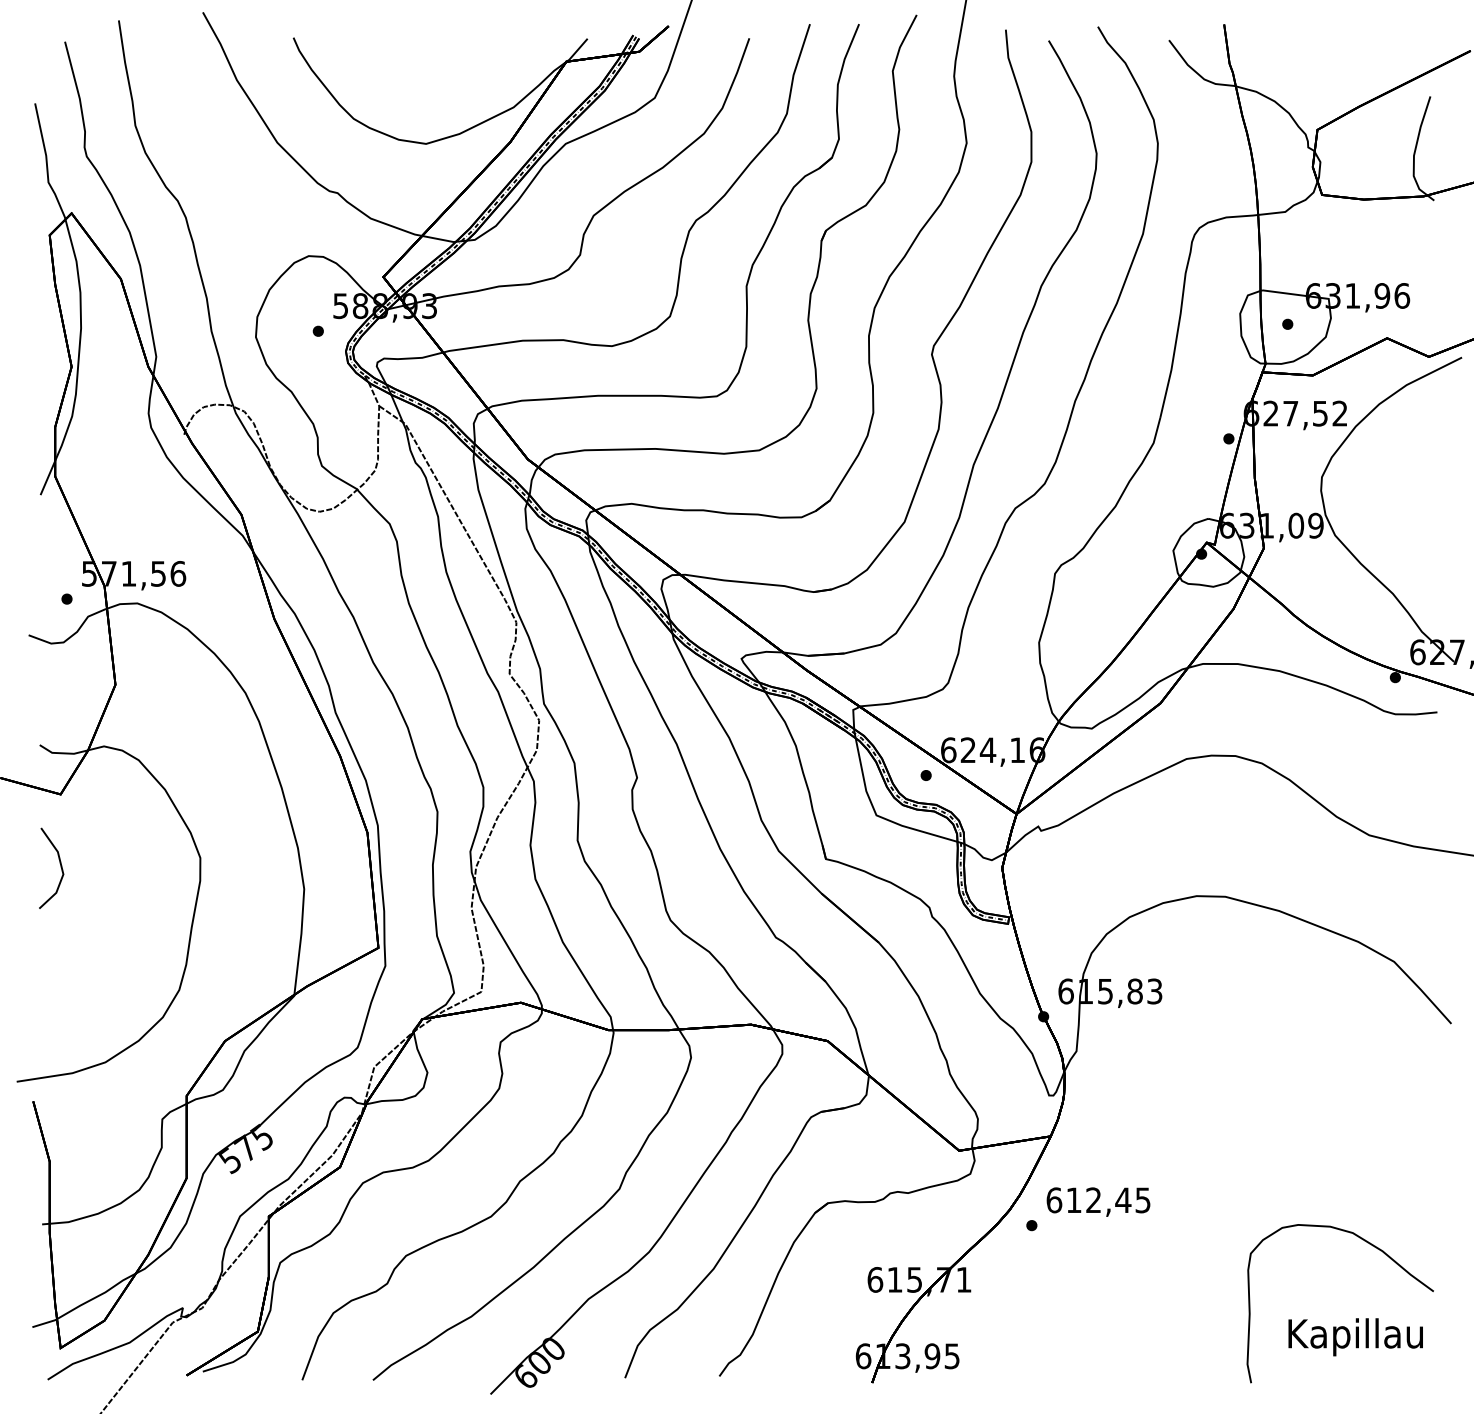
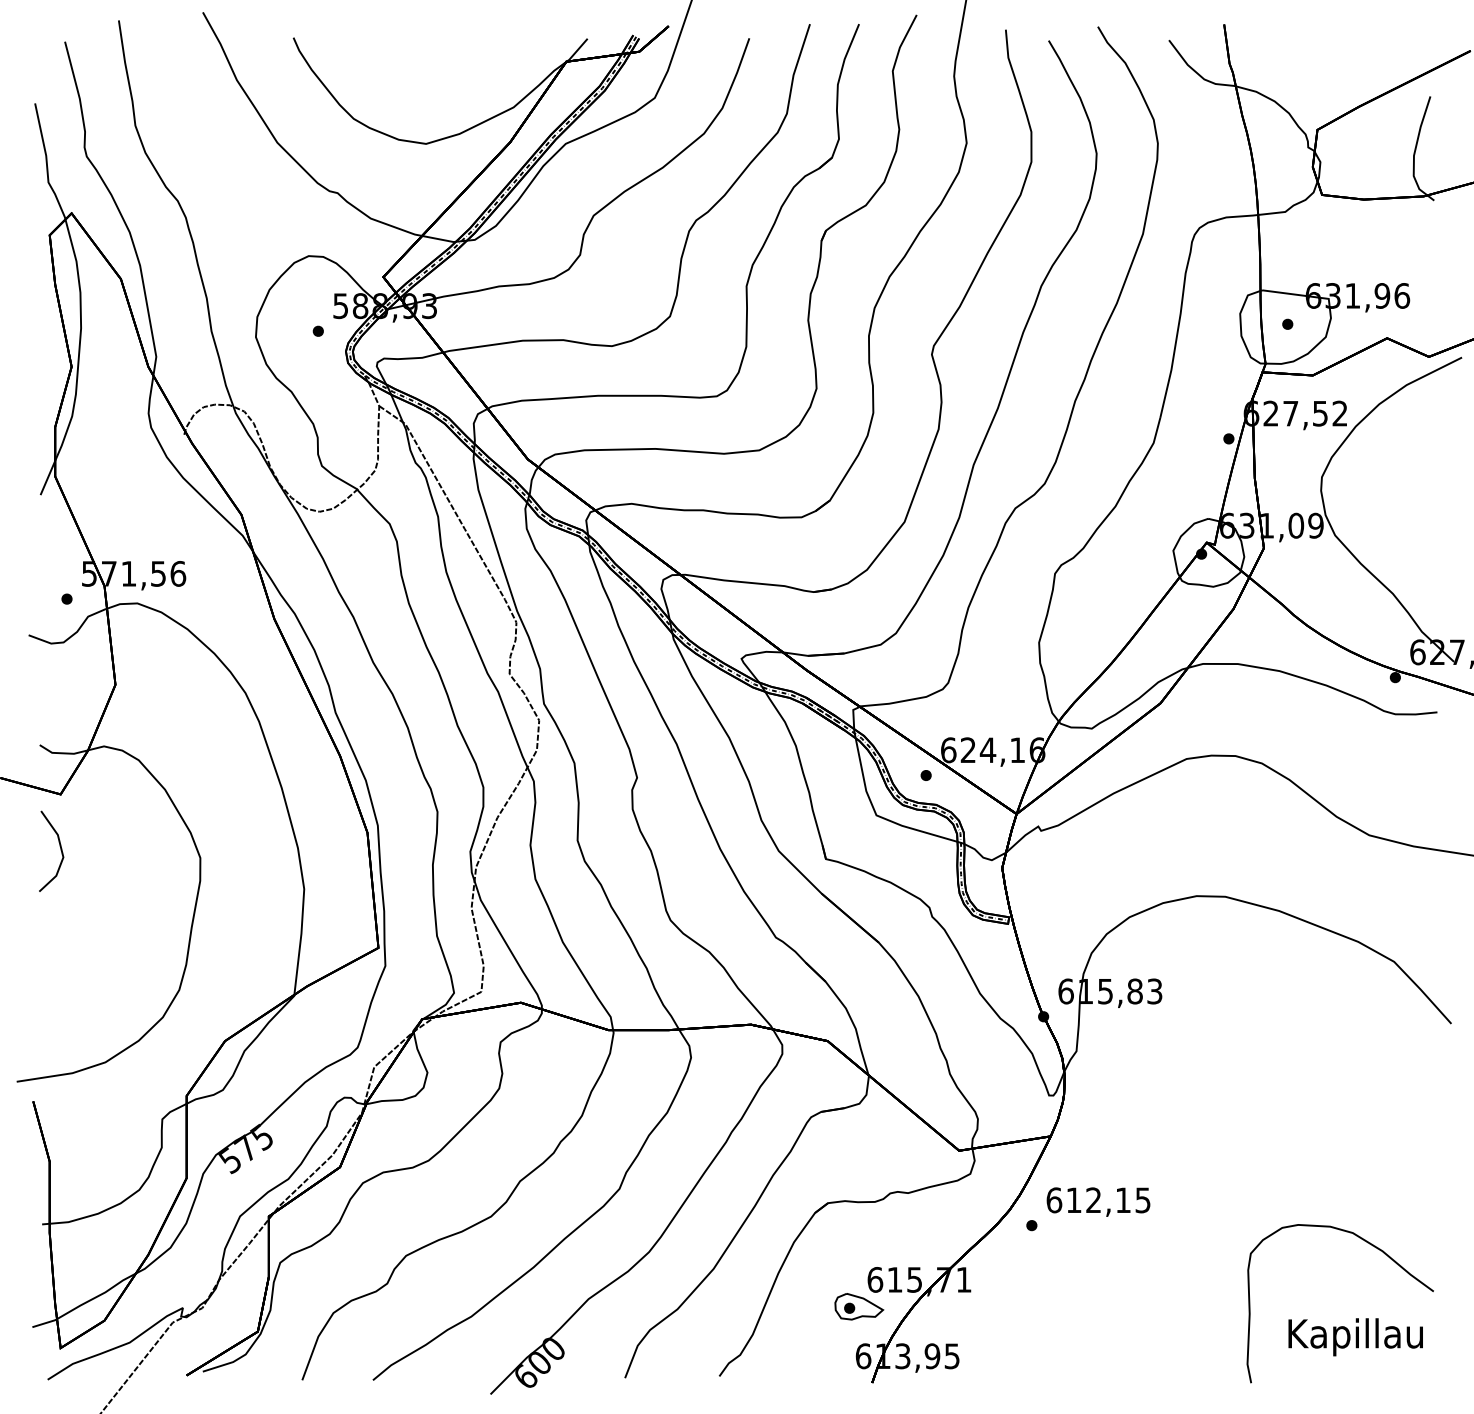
line at (59, 863) position: (59, 863) -> (59, 846)
text at (1123, 1199): 612,45 -> 612,15
part at (859, 1306): none -> present
